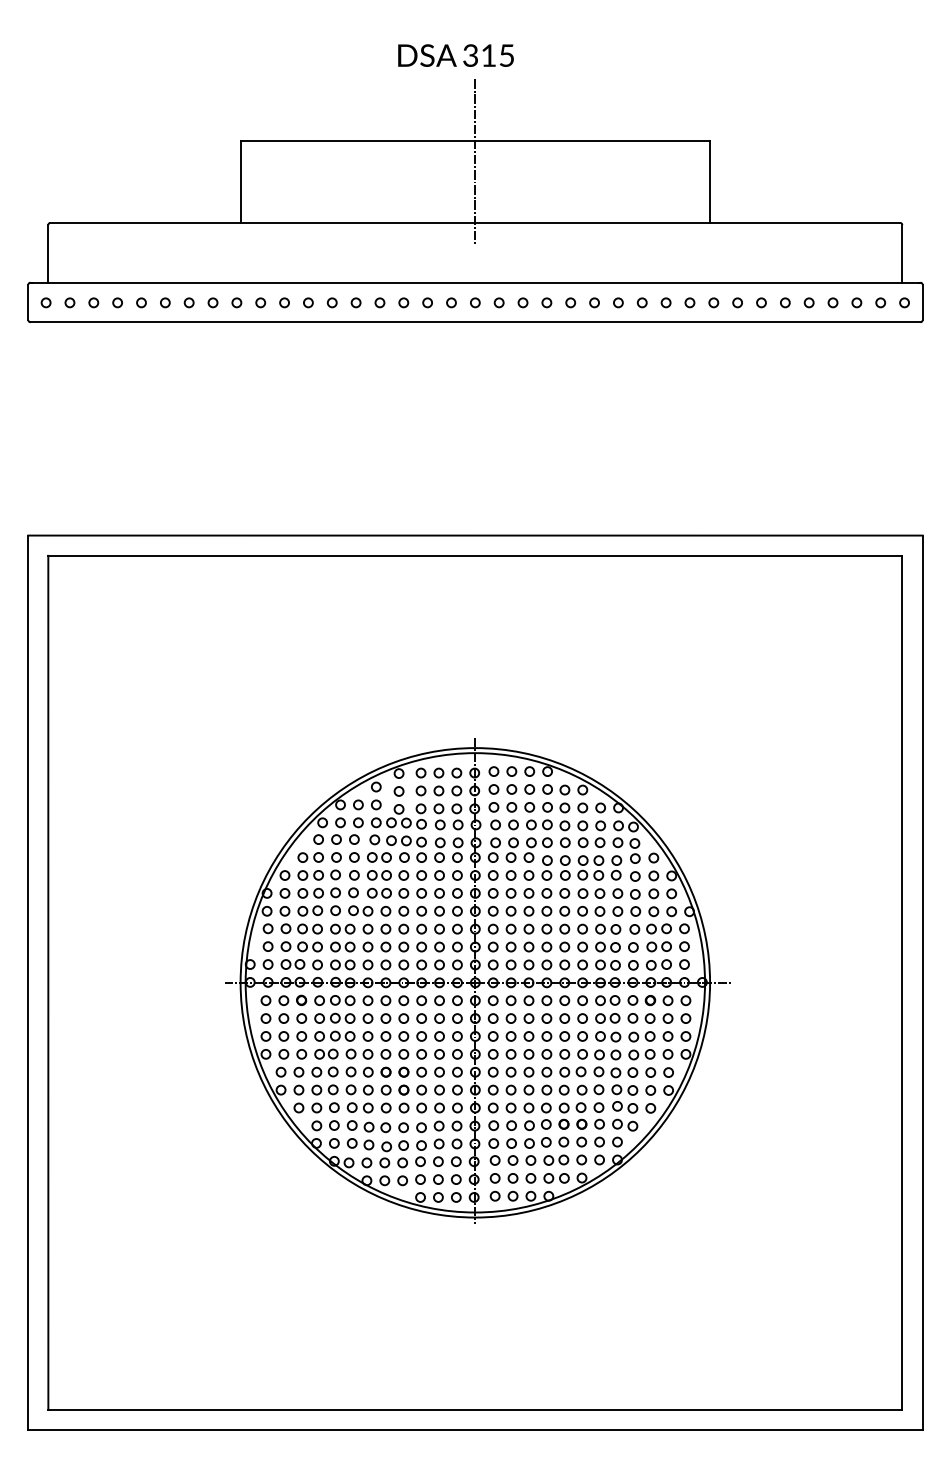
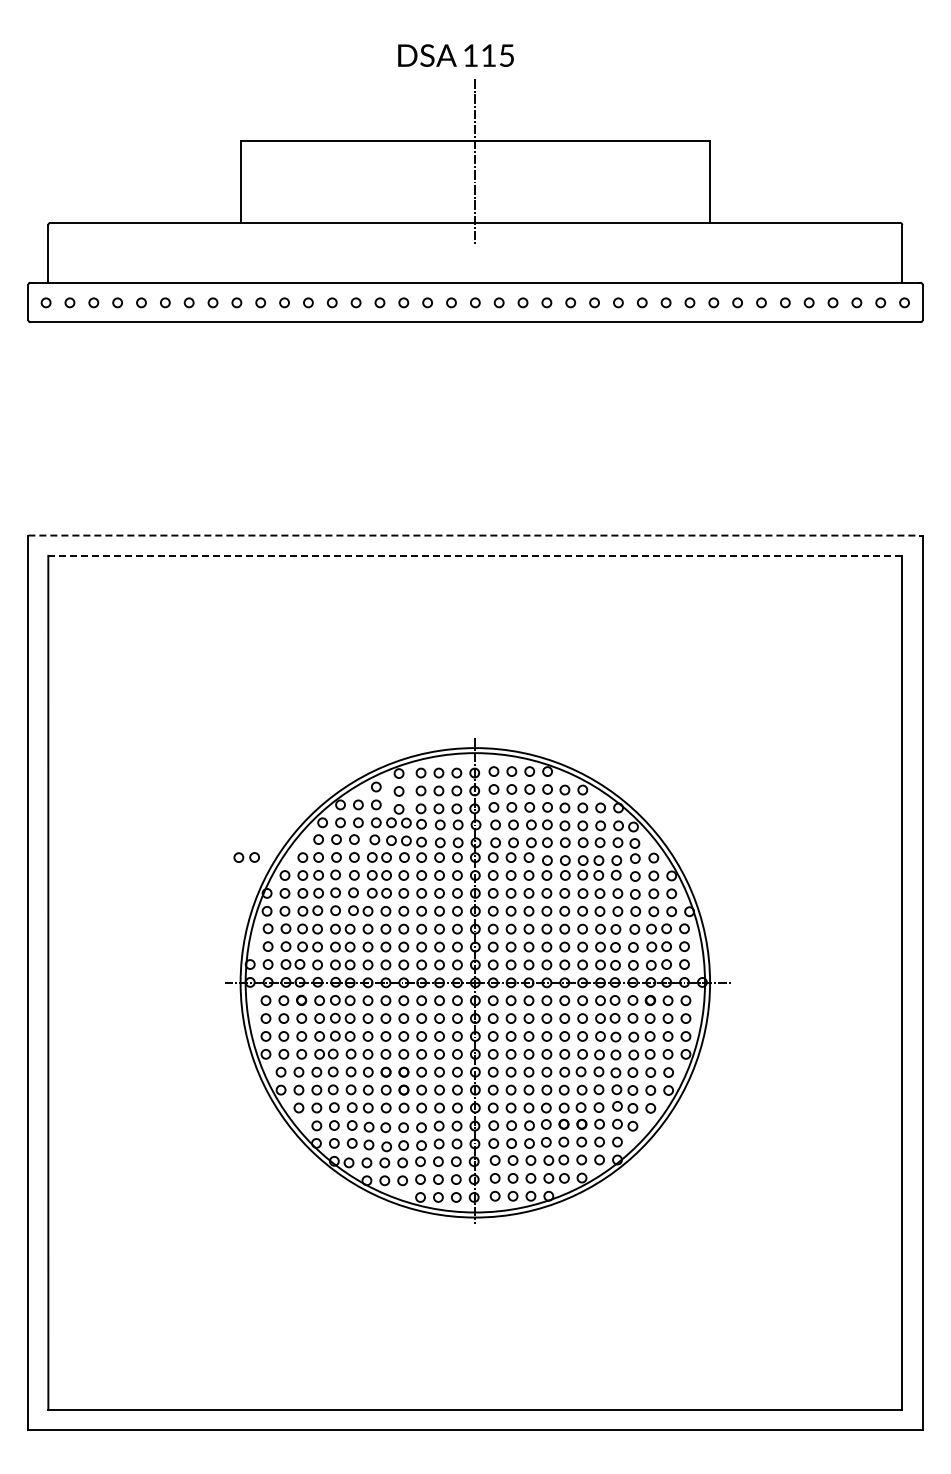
text at (470, 55): 315 -> 115
line at (476, 535): solid -> dashed
line at (474, 555): solid -> dashed
part at (246, 857): none -> present
